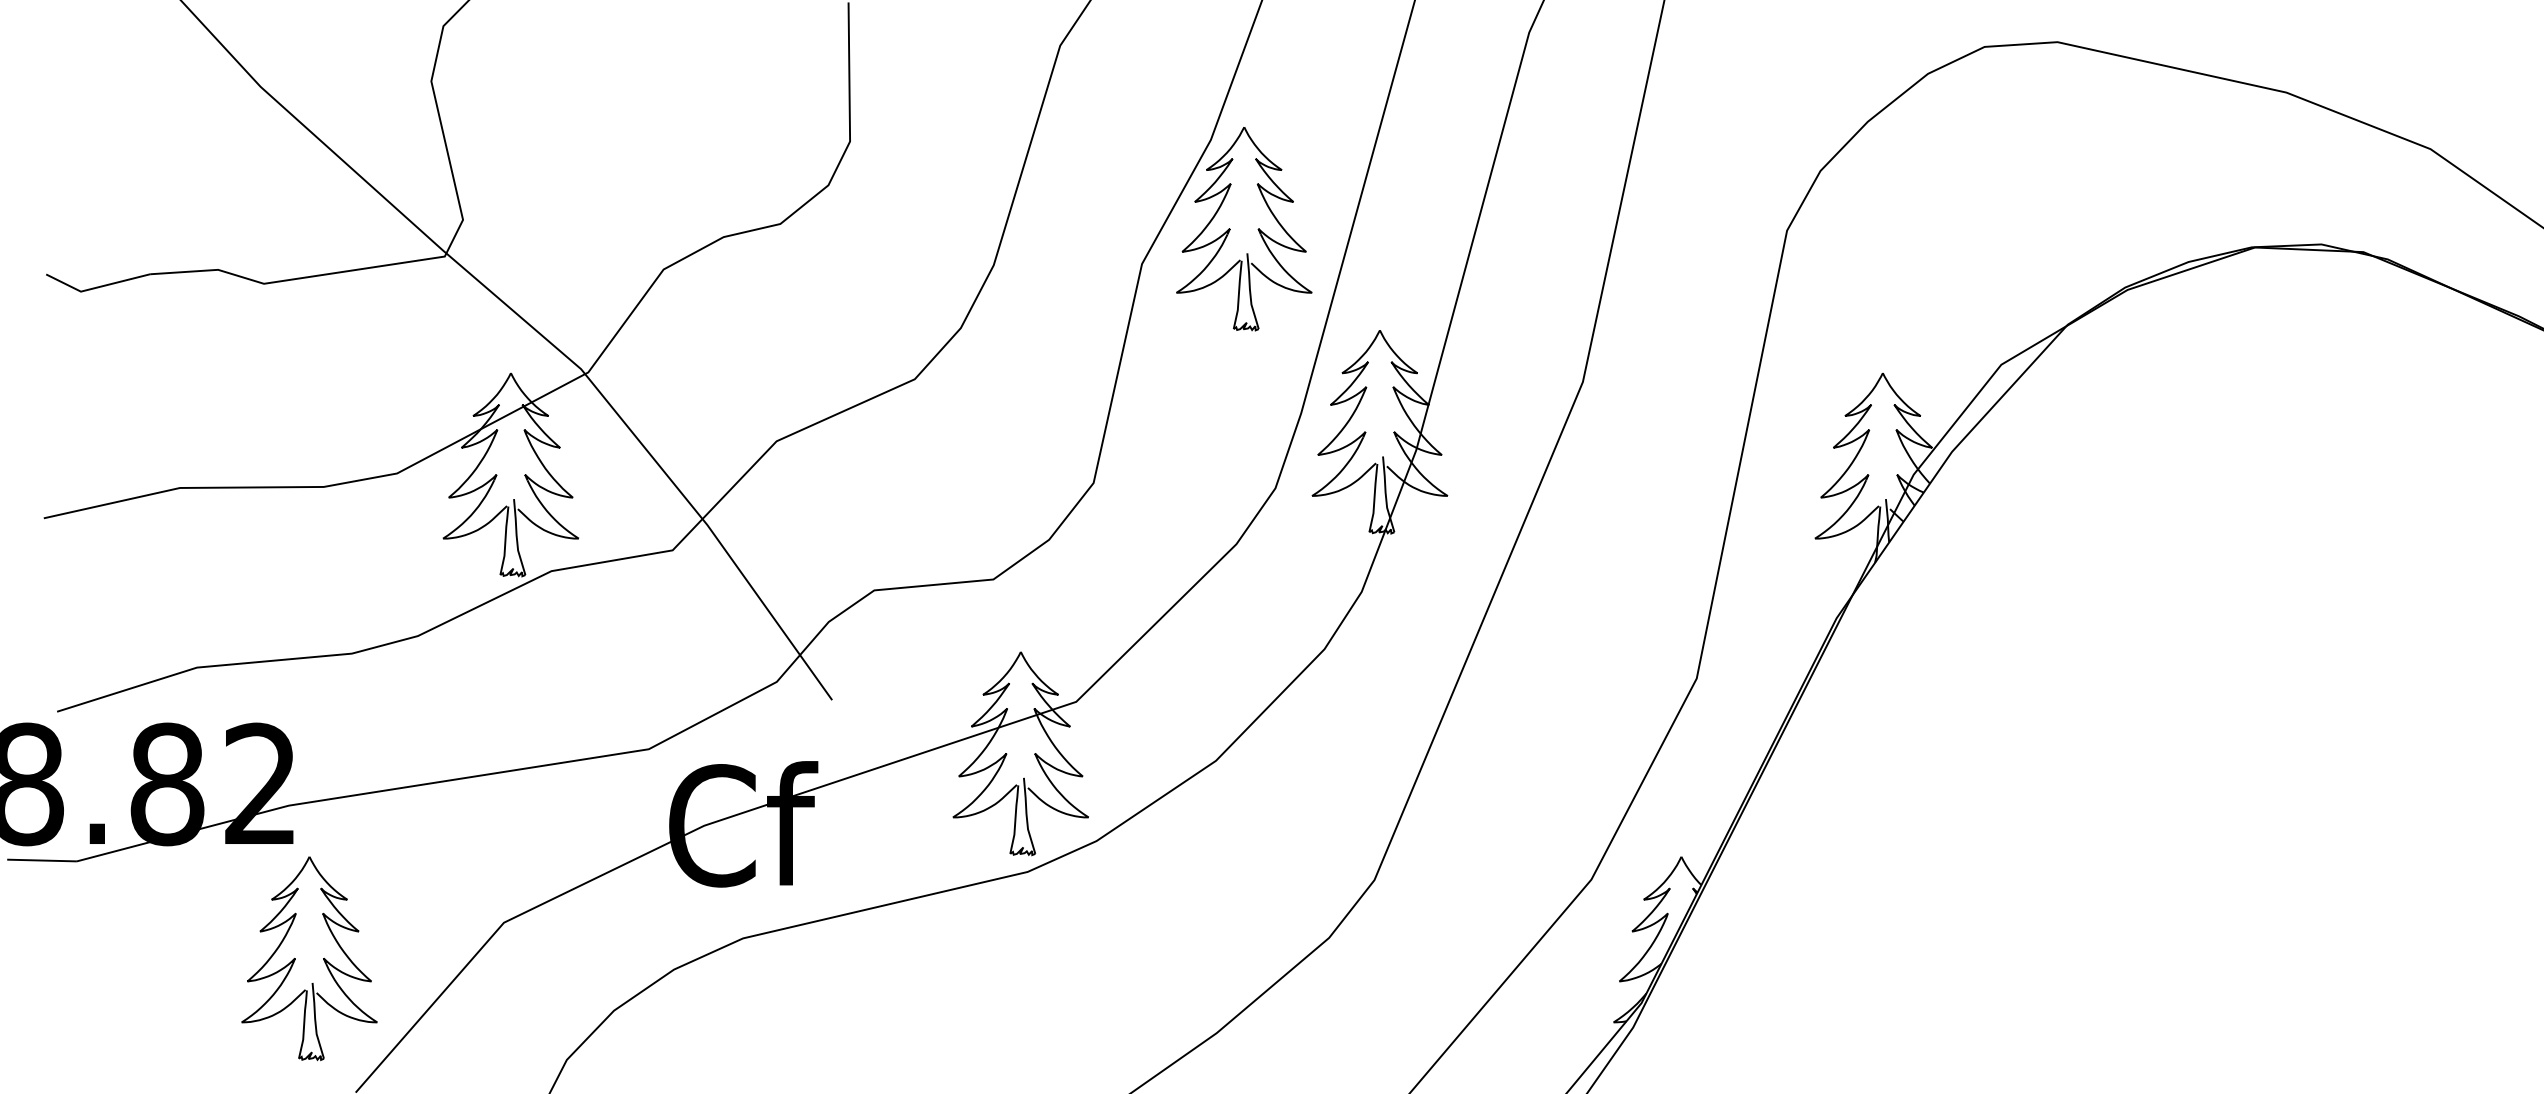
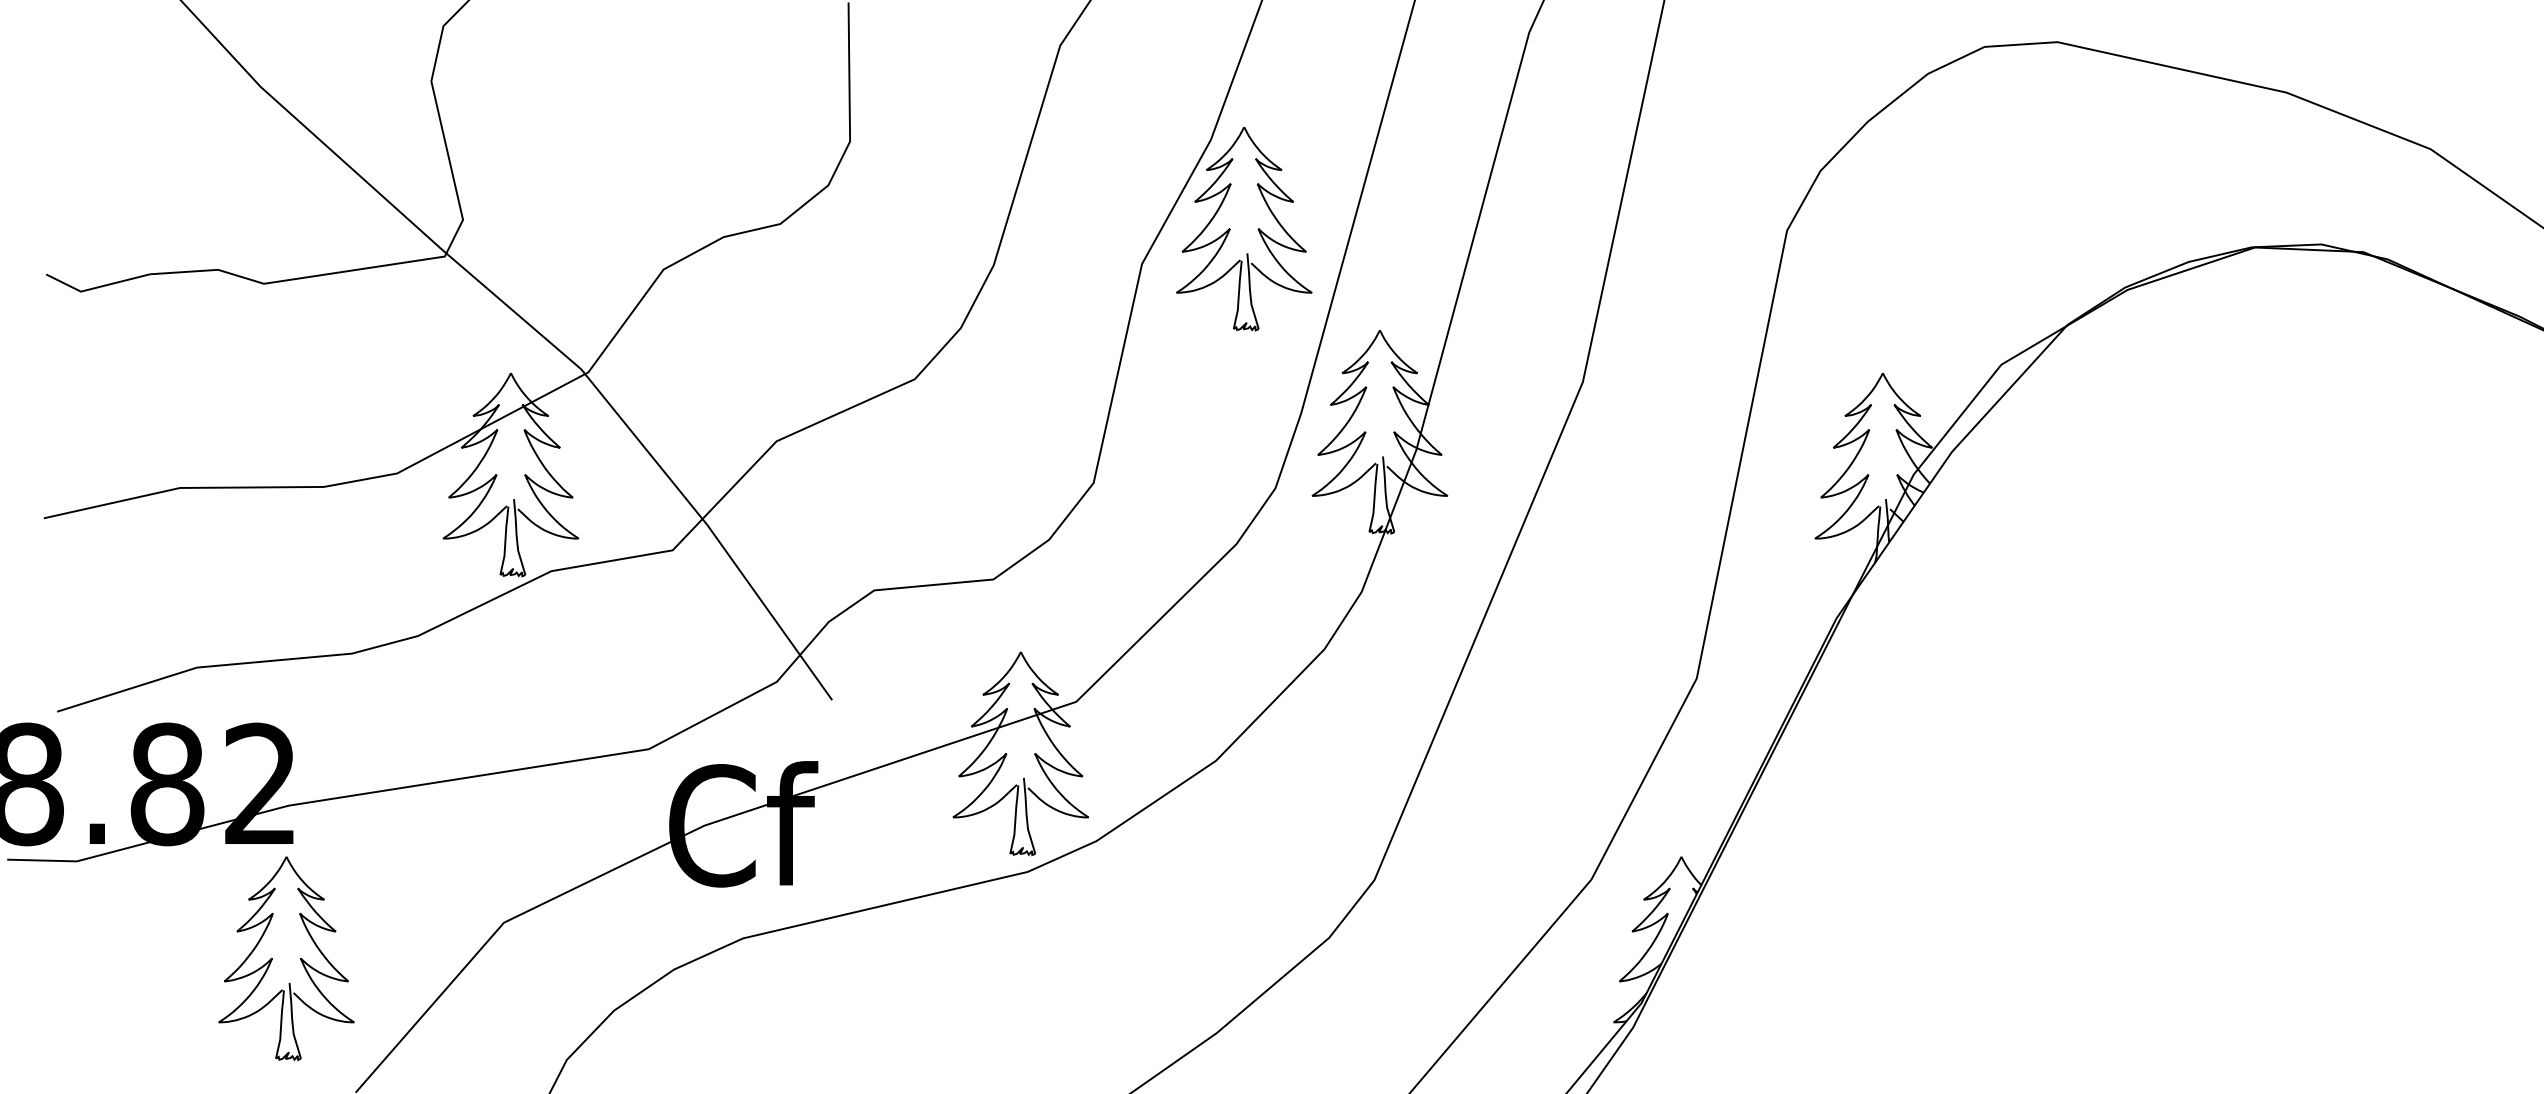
part at (295, 958) position: (295, 958) -> (272, 958)
